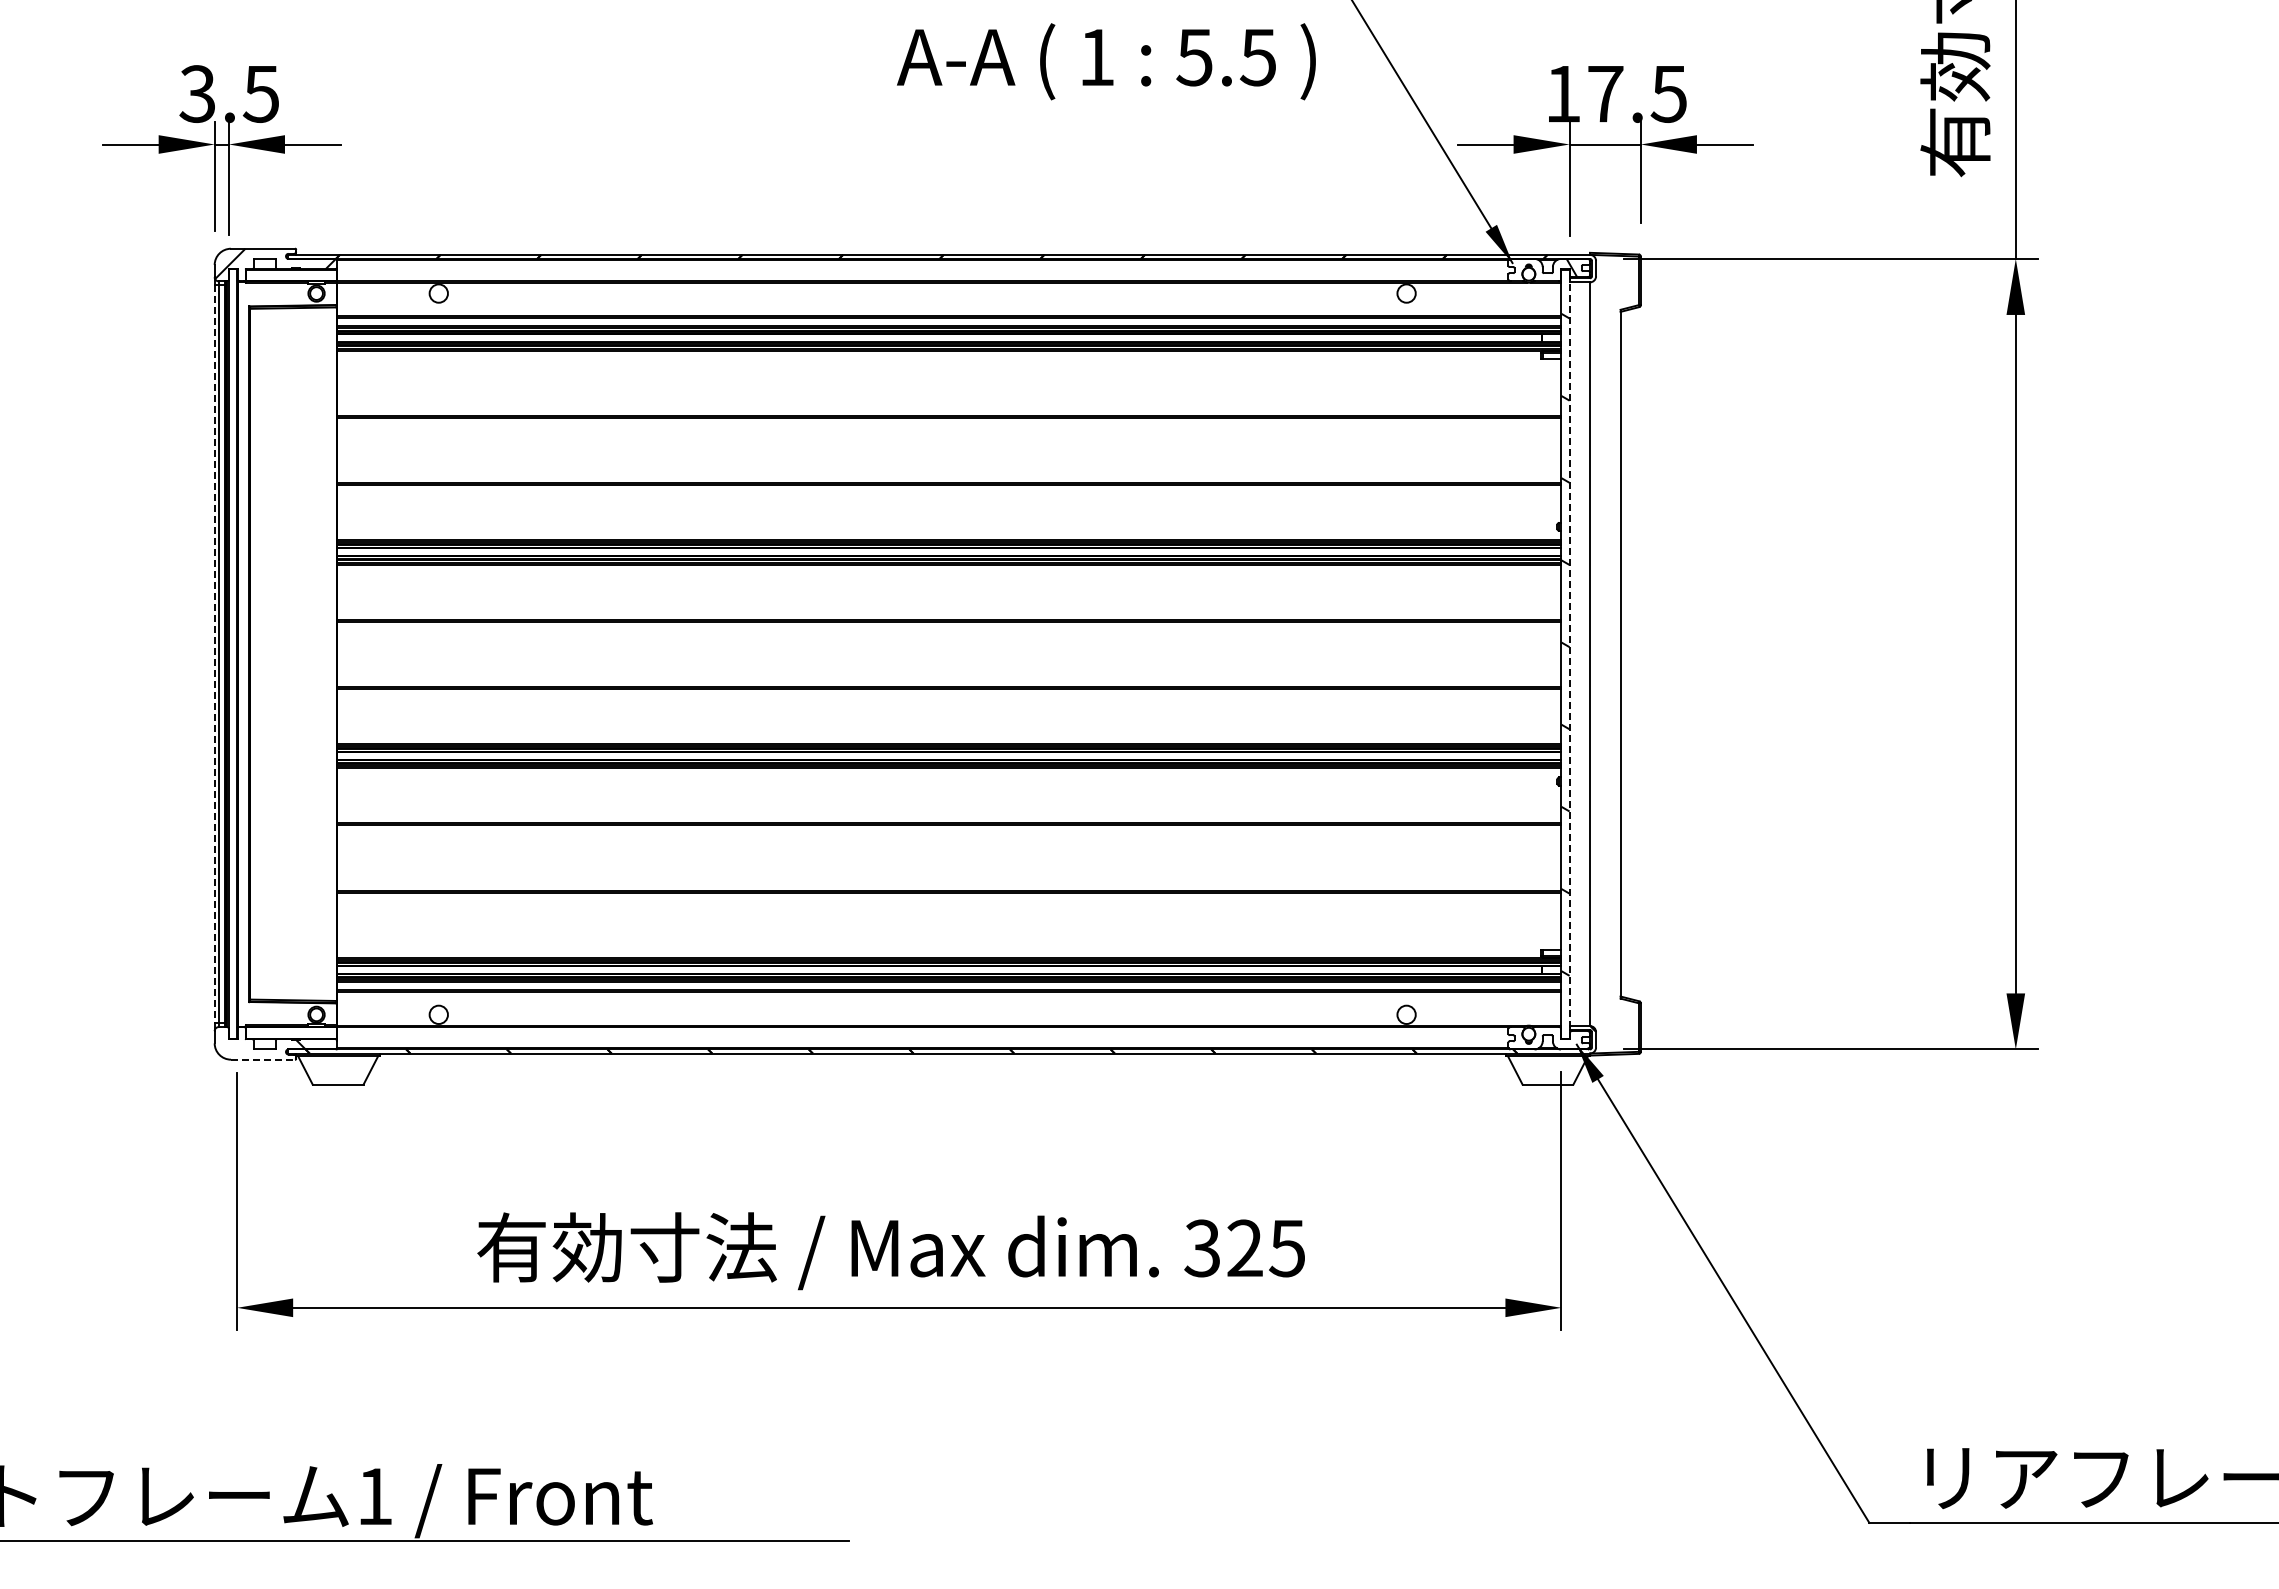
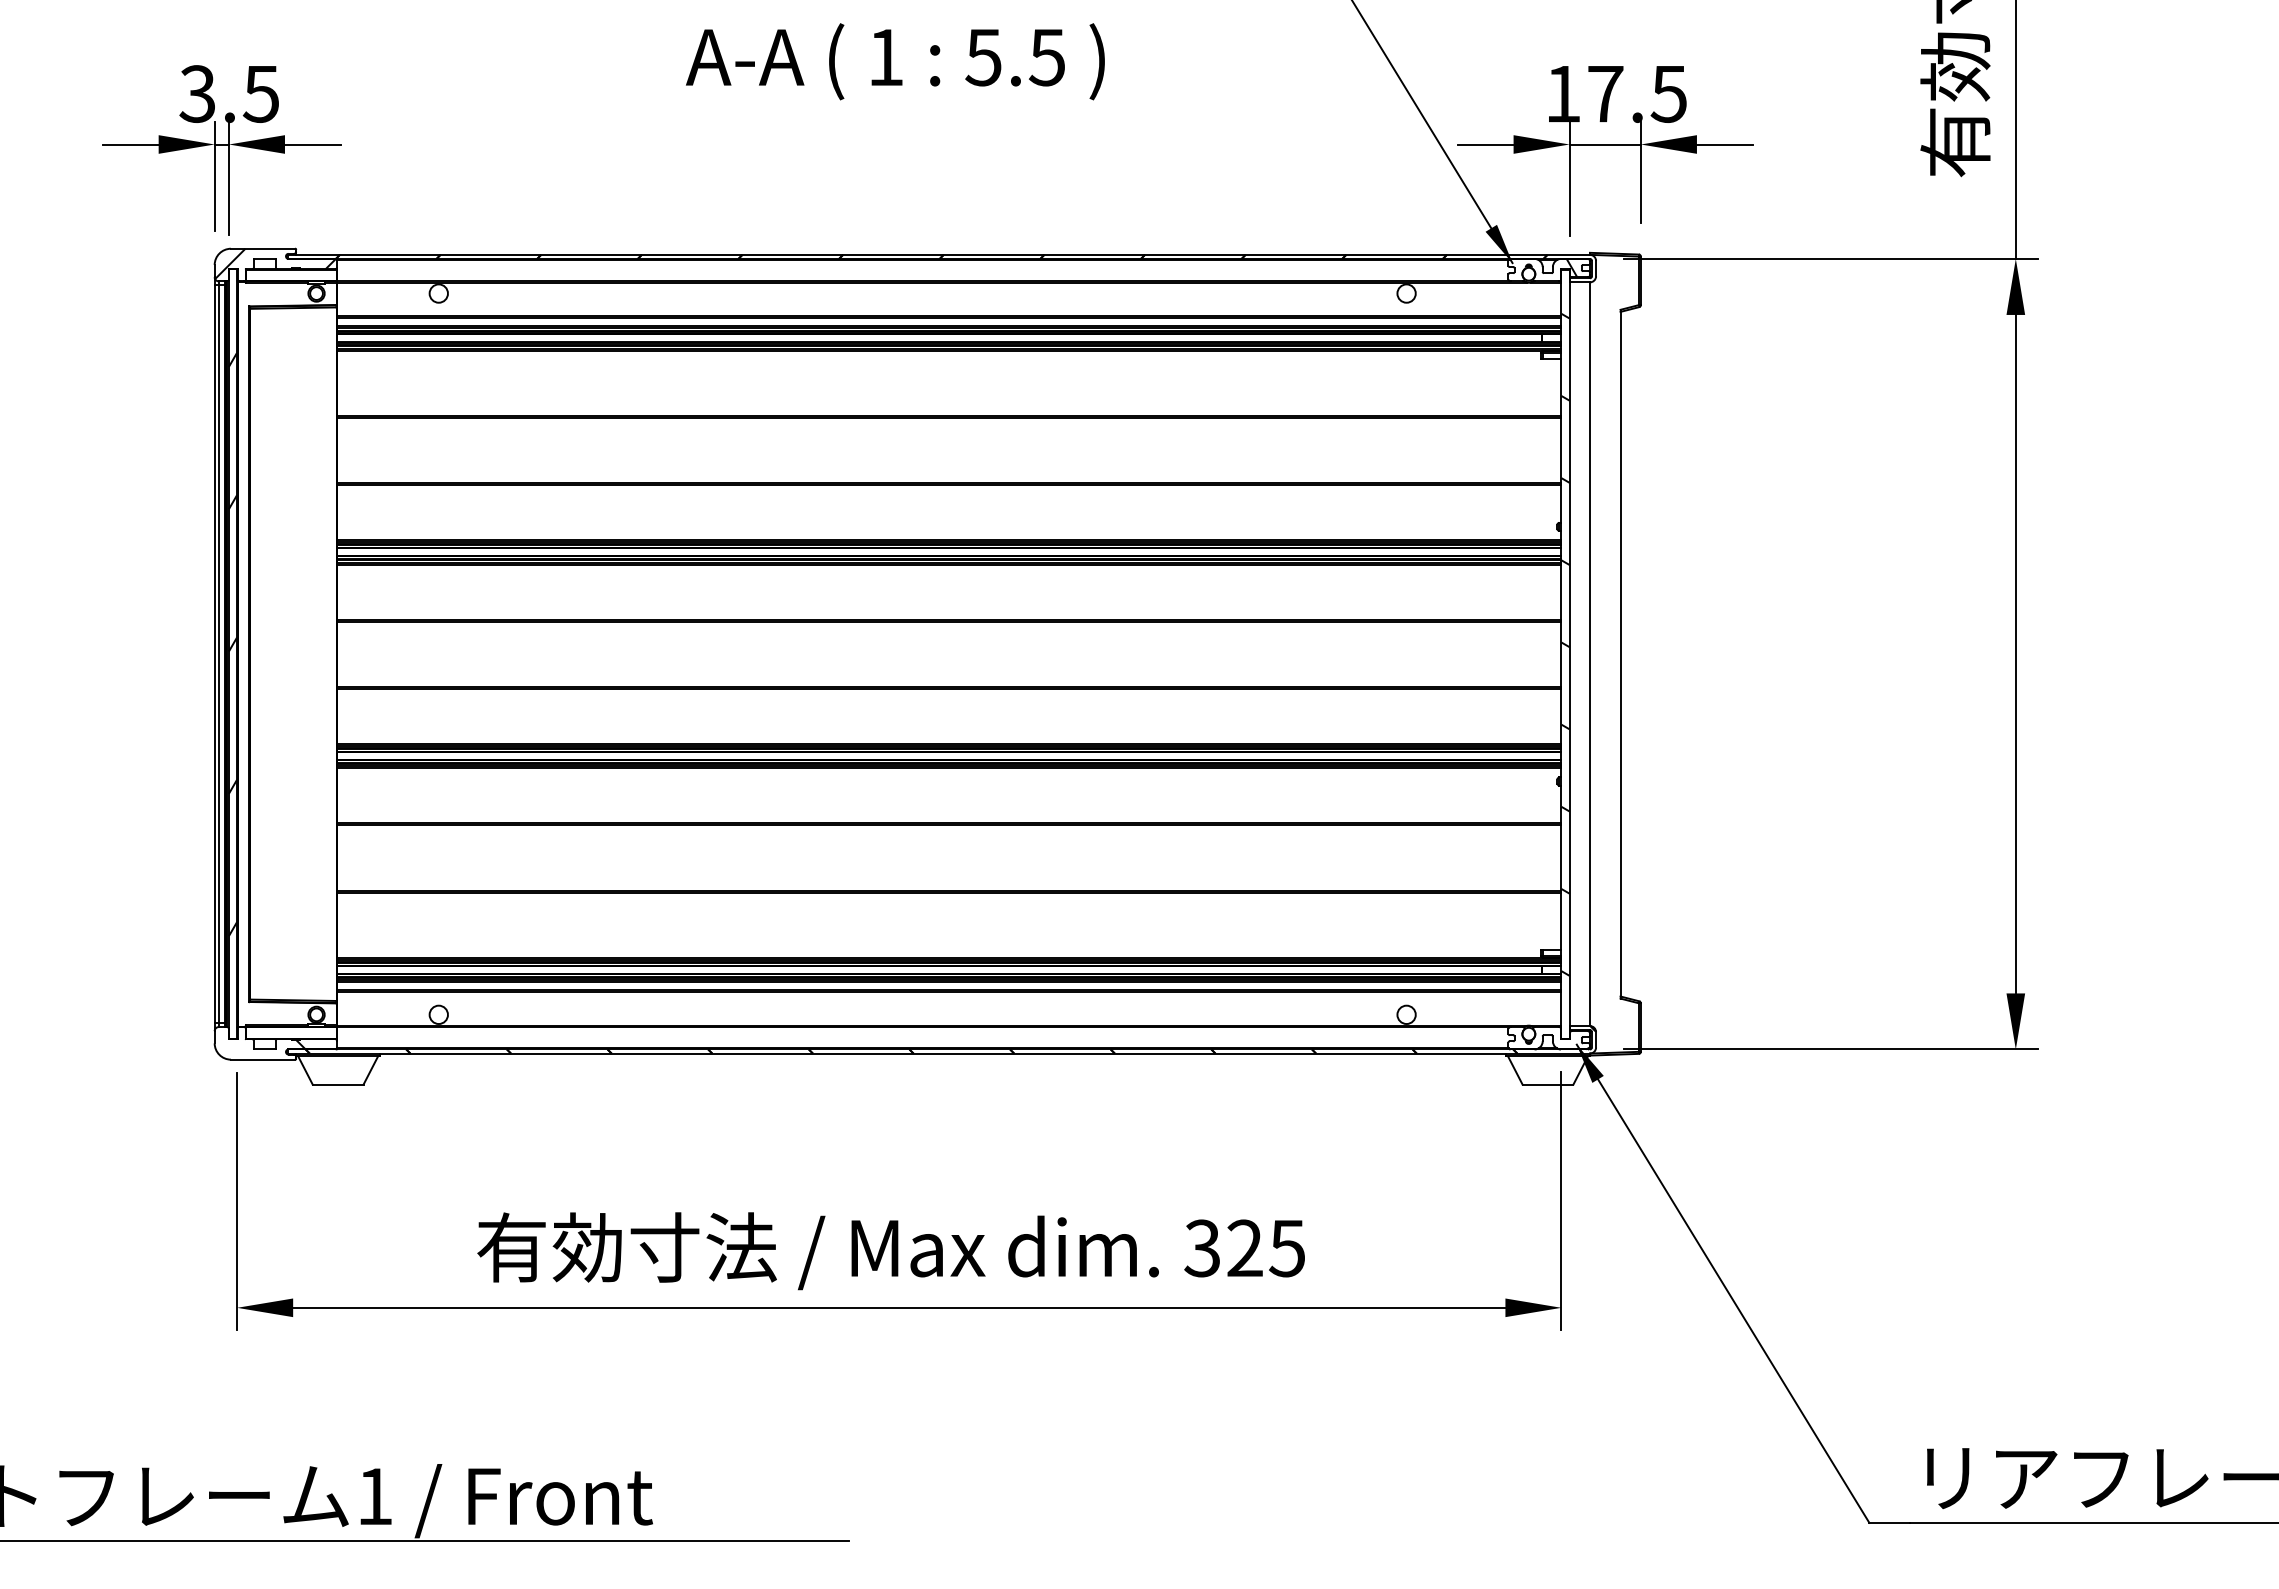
text at (1106, 61) position: (1106, 61) -> (895, 61)
hatch at (232, 644): none -> present
line at (214, 654): dashed -> solid
line at (1569, 654): dashed -> solid
line at (262, 1059): dashed -> solid
